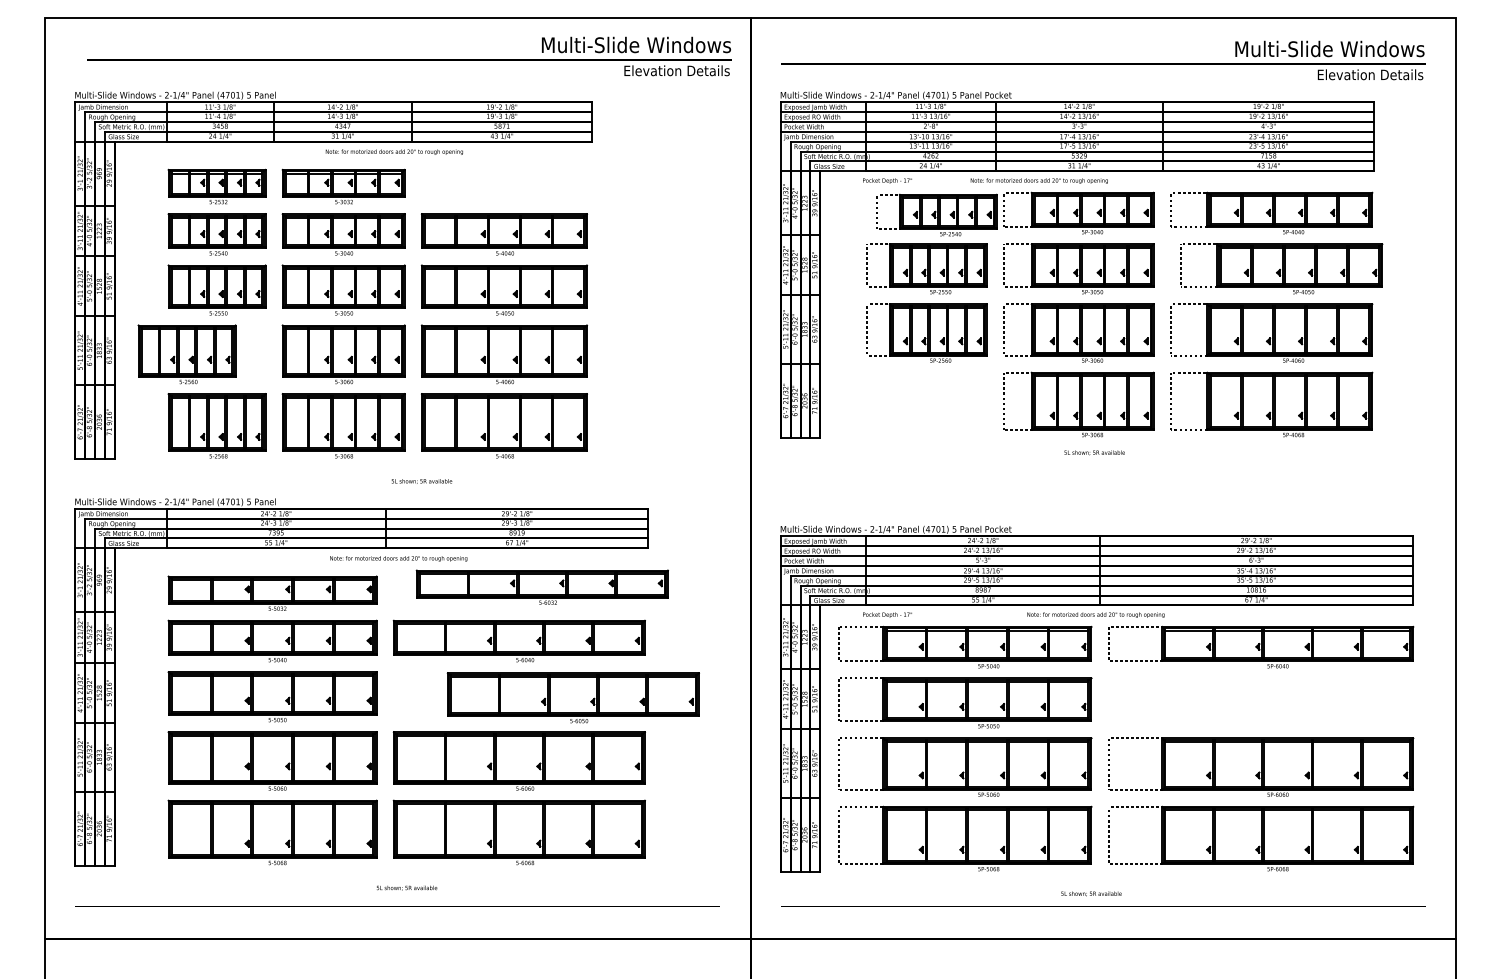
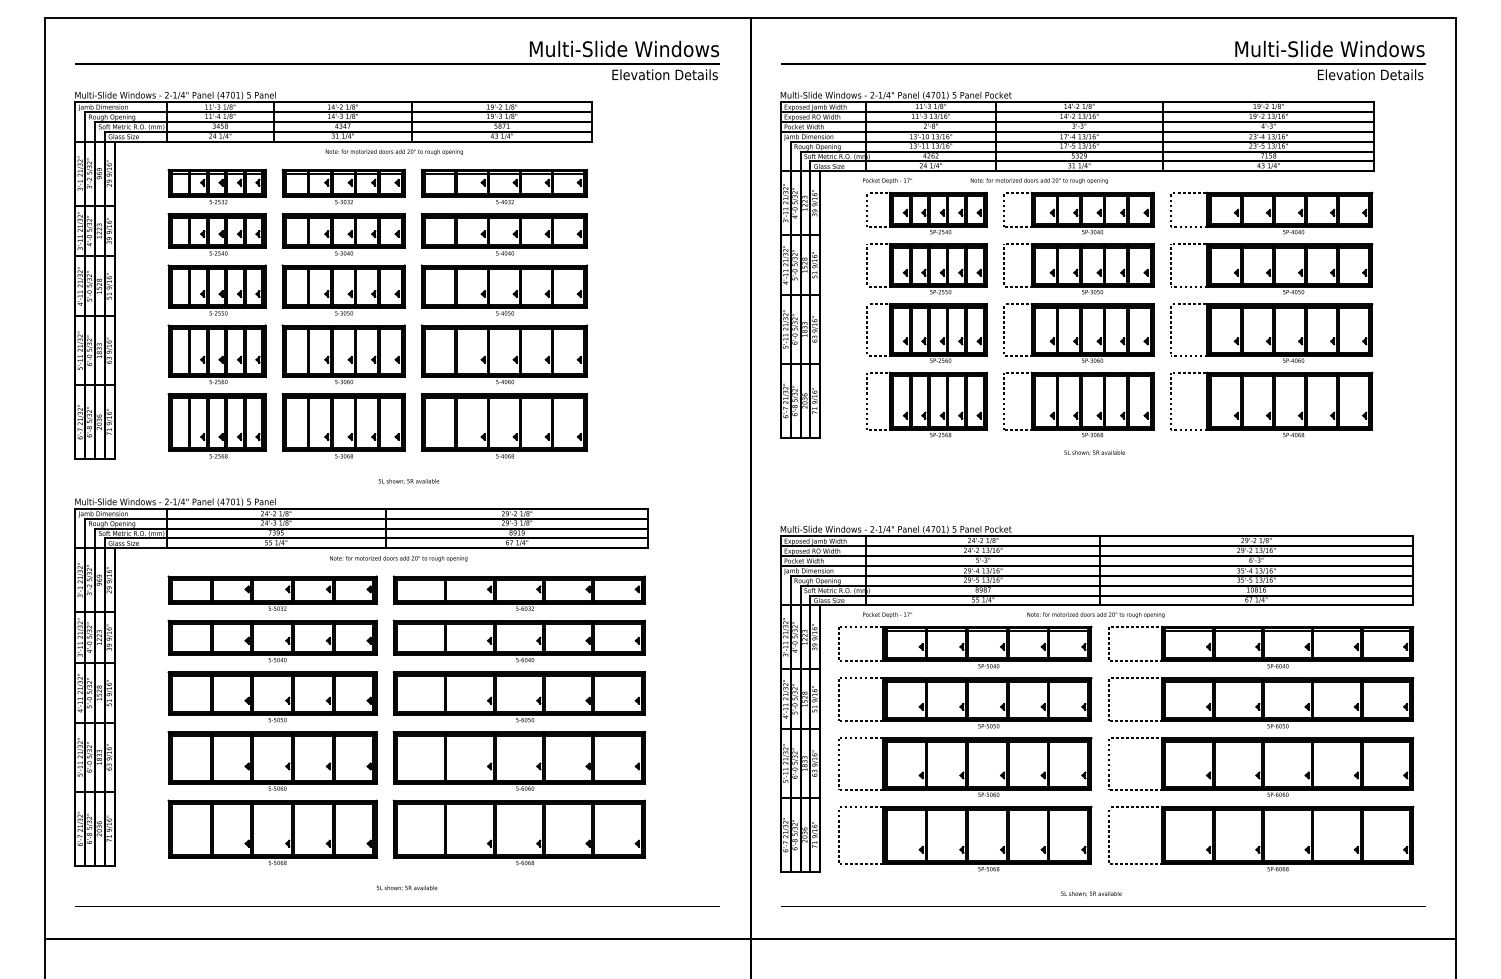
text at (409, 56) position: (409, 56) -> (397, 60)
part at (504, 186): none -> present
part at (936, 214) position: (936, 214) -> (926, 212)
part at (1281, 268) position: (1281, 268) -> (1271, 268)
part at (186, 354) position: (186, 354) -> (216, 354)
part at (926, 404): none -> present
text at (421, 481) position: (421, 481) -> (408, 481)
part at (541, 586) position: (541, 586) -> (518, 592)
part at (572, 697) position: (572, 697) -> (518, 696)
part at (1261, 702): none -> present
